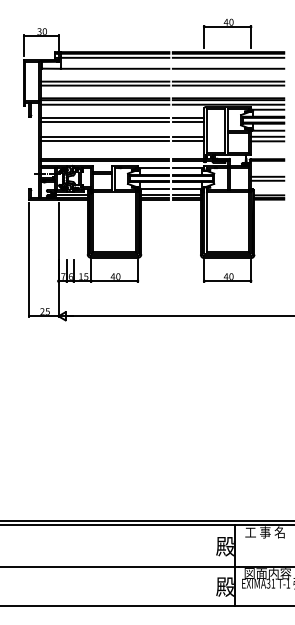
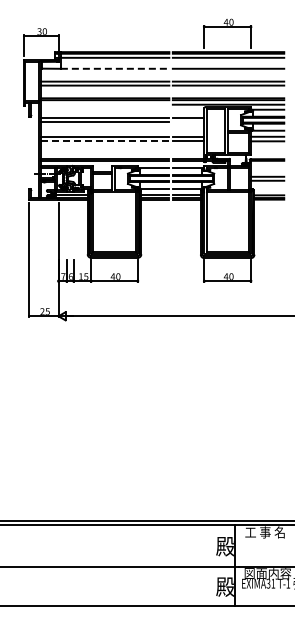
line at (115, 68): solid -> dashed
line at (105, 104): present -> none
line at (188, 122): present -> none
line at (105, 141): solid -> dashed
